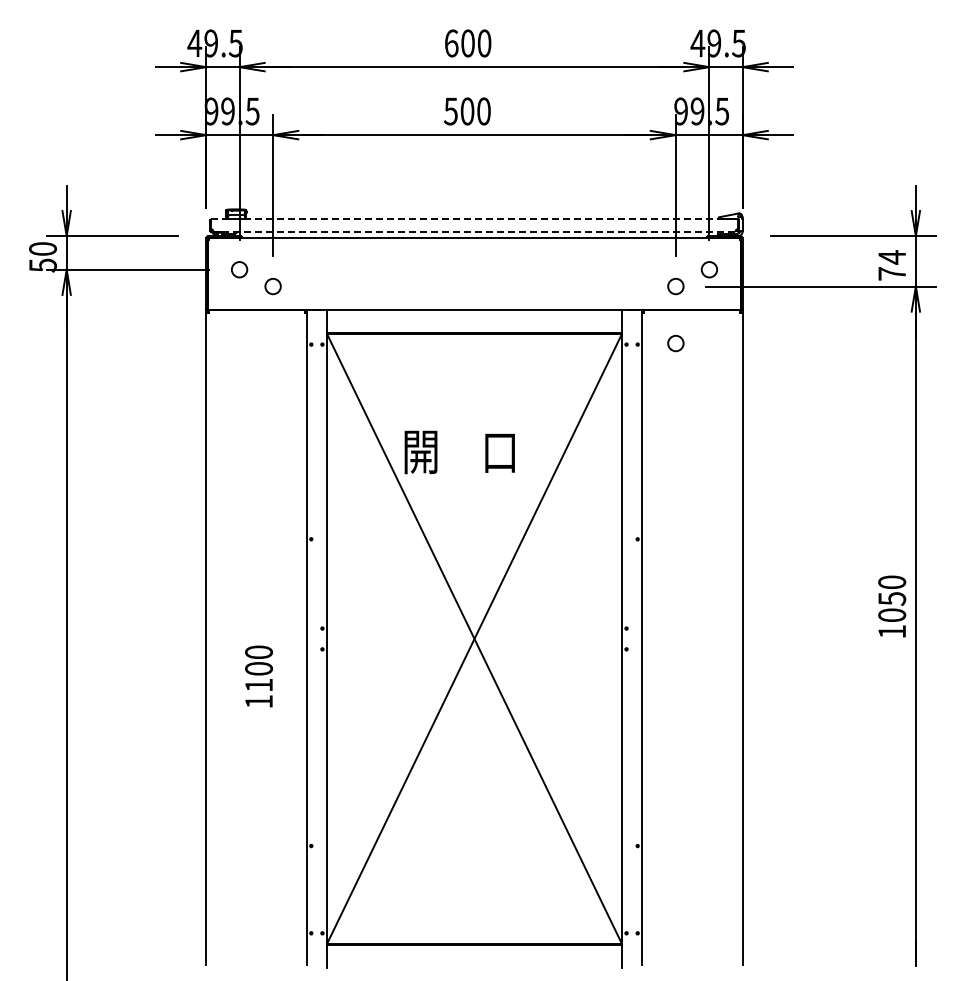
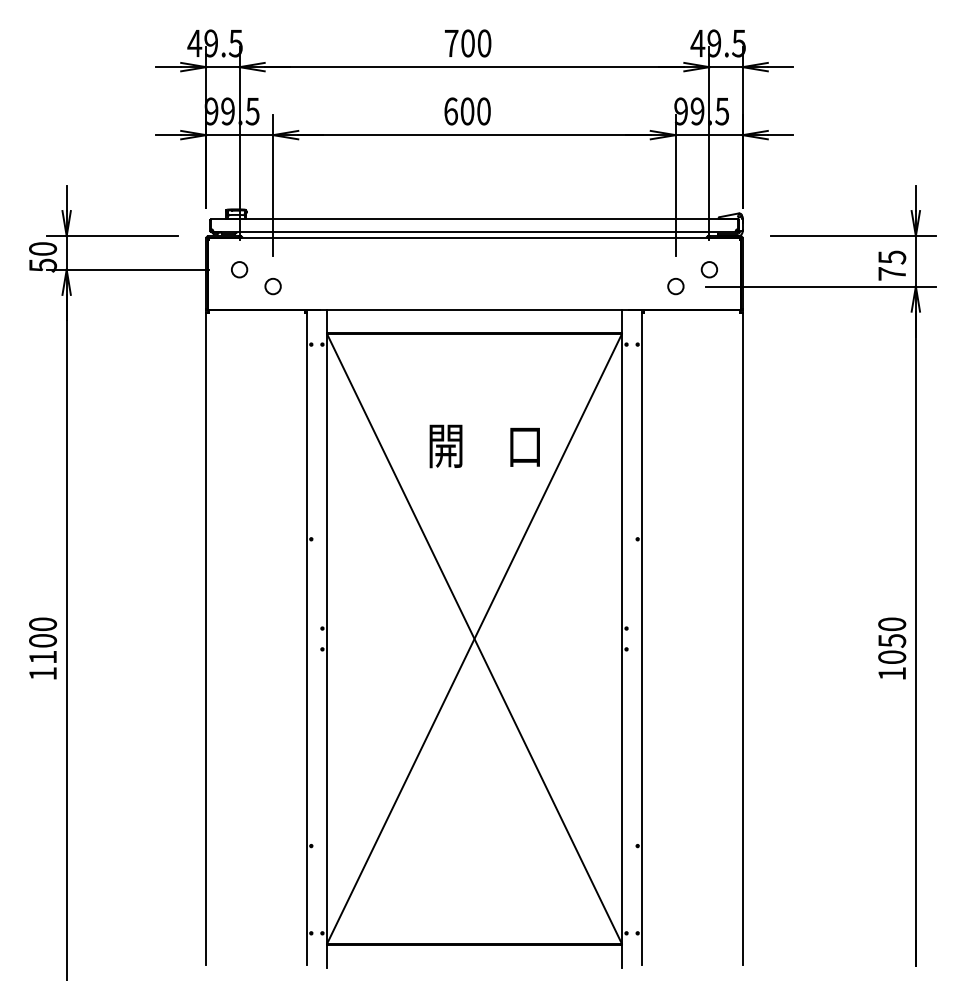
text at (451, 43): 600 -> 700
text at (450, 111): 500 -> 600
line at (475, 219): dashed -> solid
line at (475, 232): dashed -> solid
text at (892, 257): 74 -> 75
circle at (675, 343): present -> none
text at (459, 452) position: (459, 452) -> (484, 446)
text at (892, 606) position: (892, 606) -> (892, 648)
text at (258, 676) position: (258, 676) -> (42, 648)
